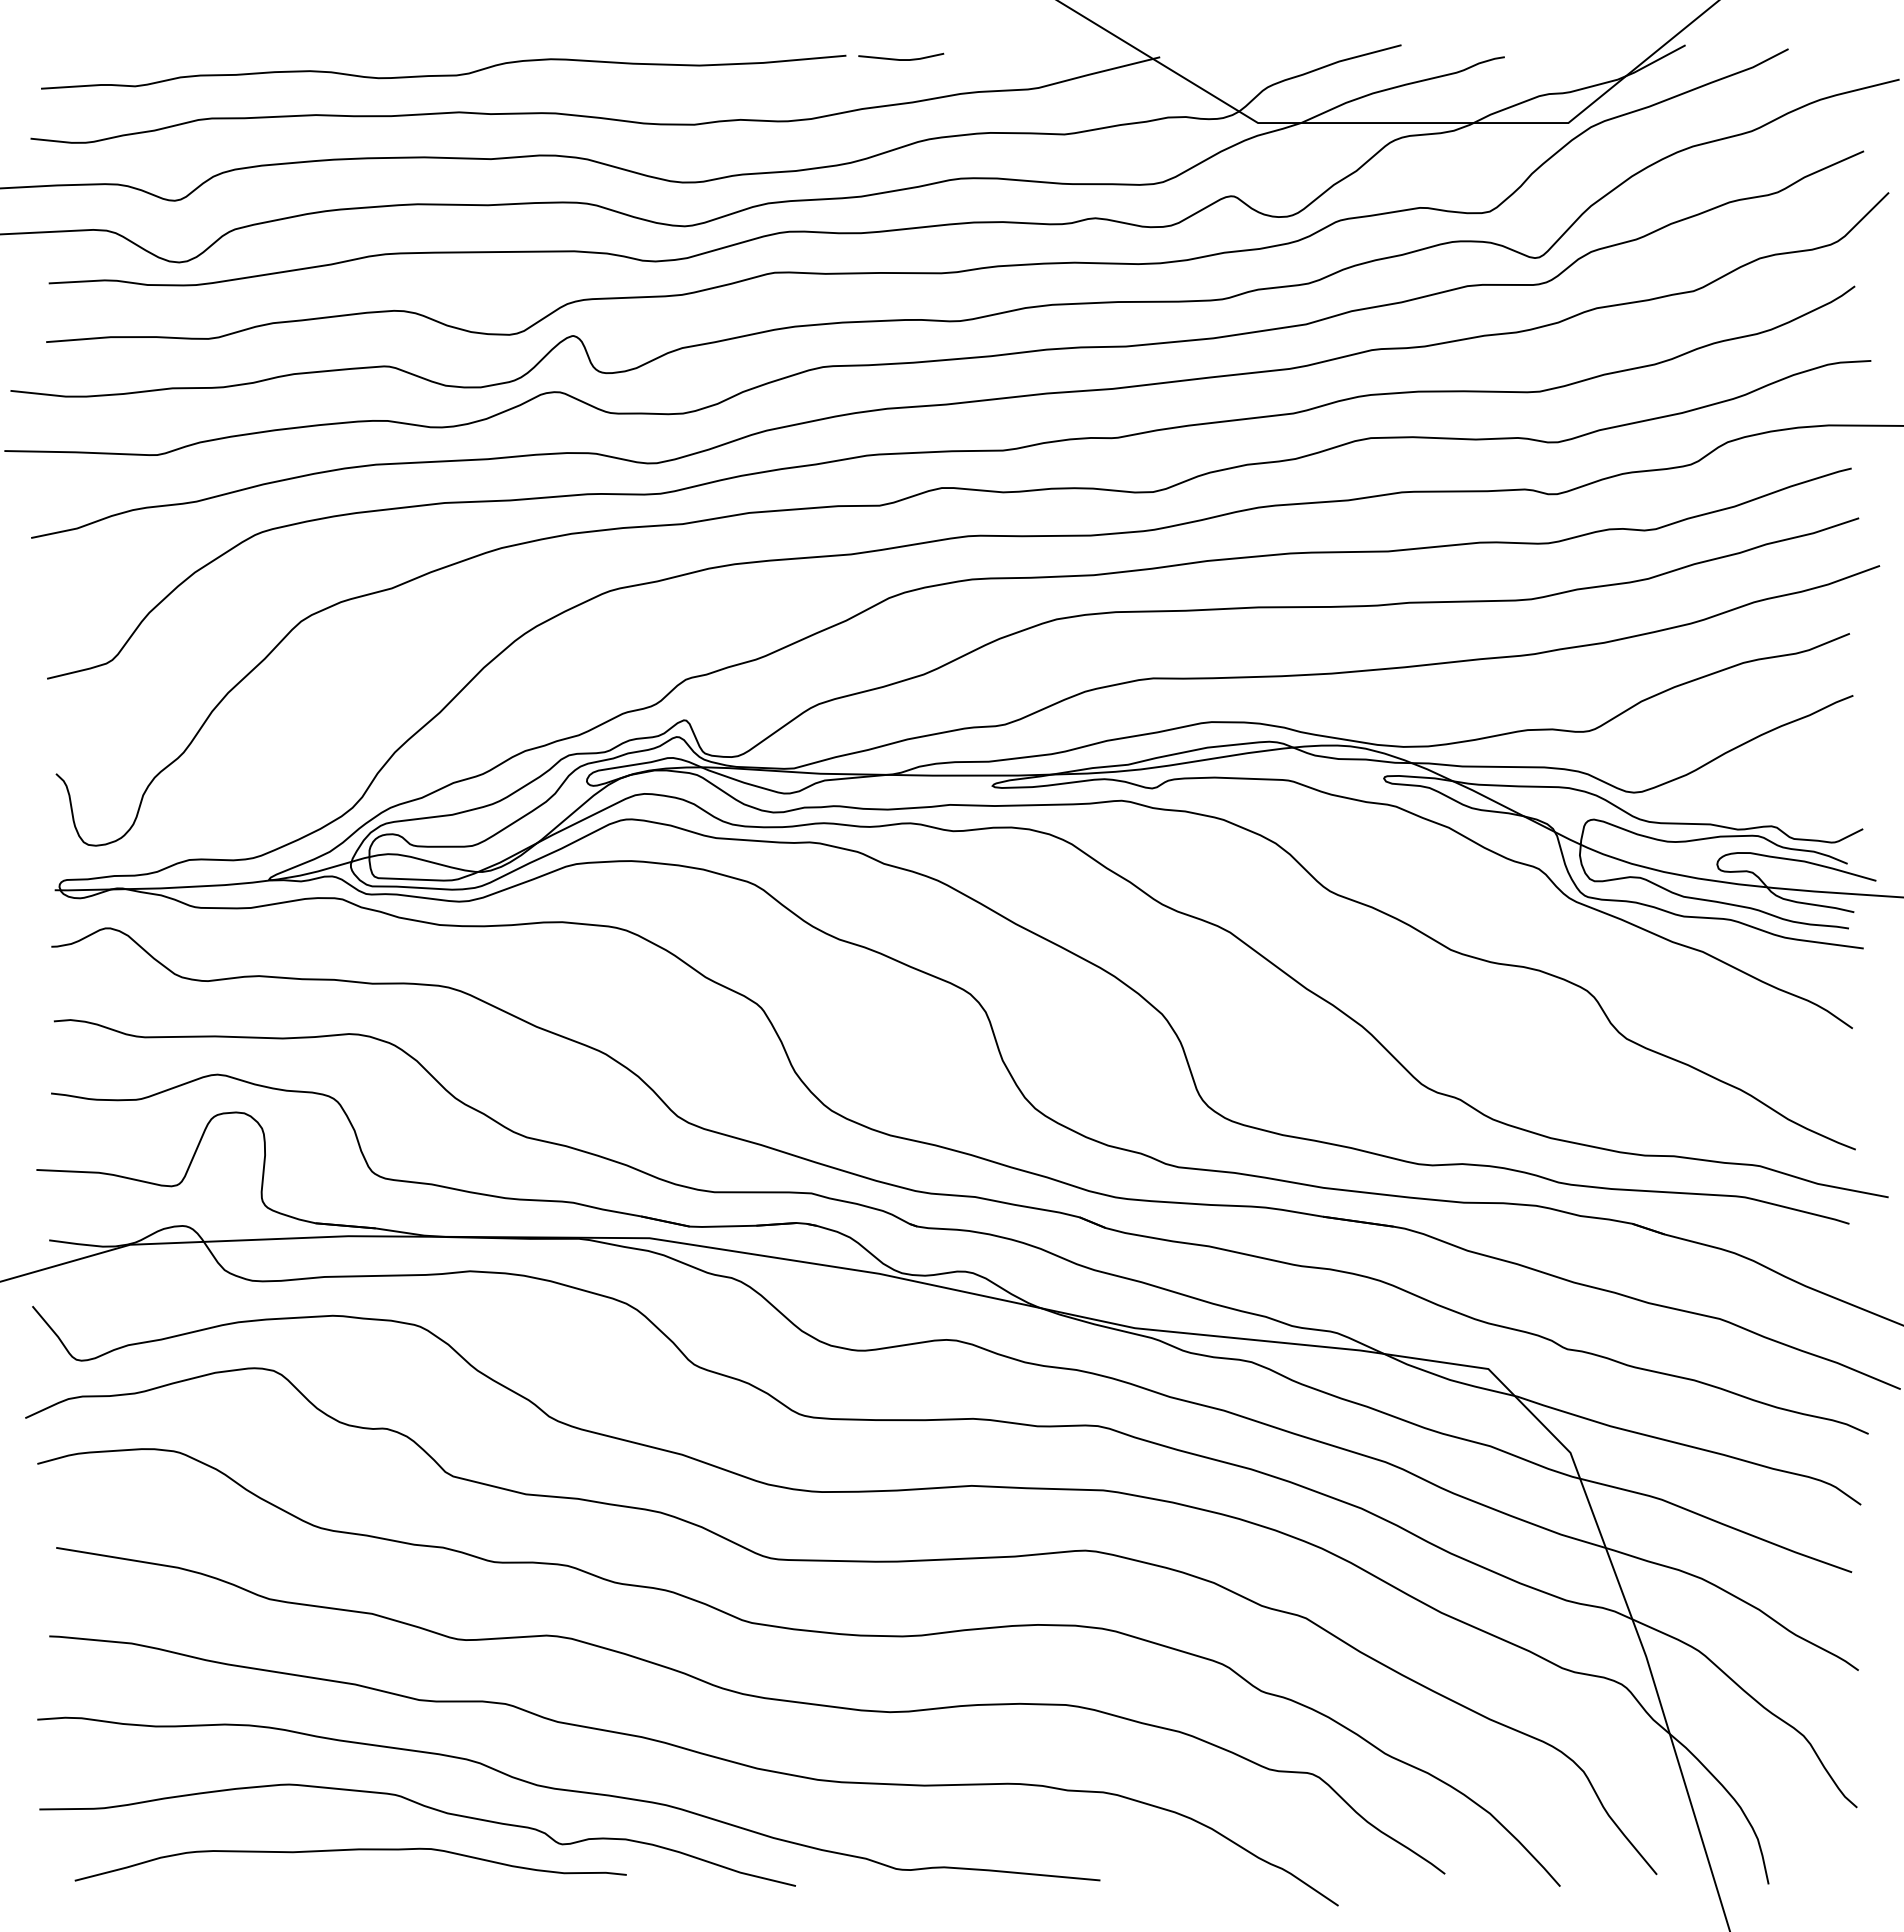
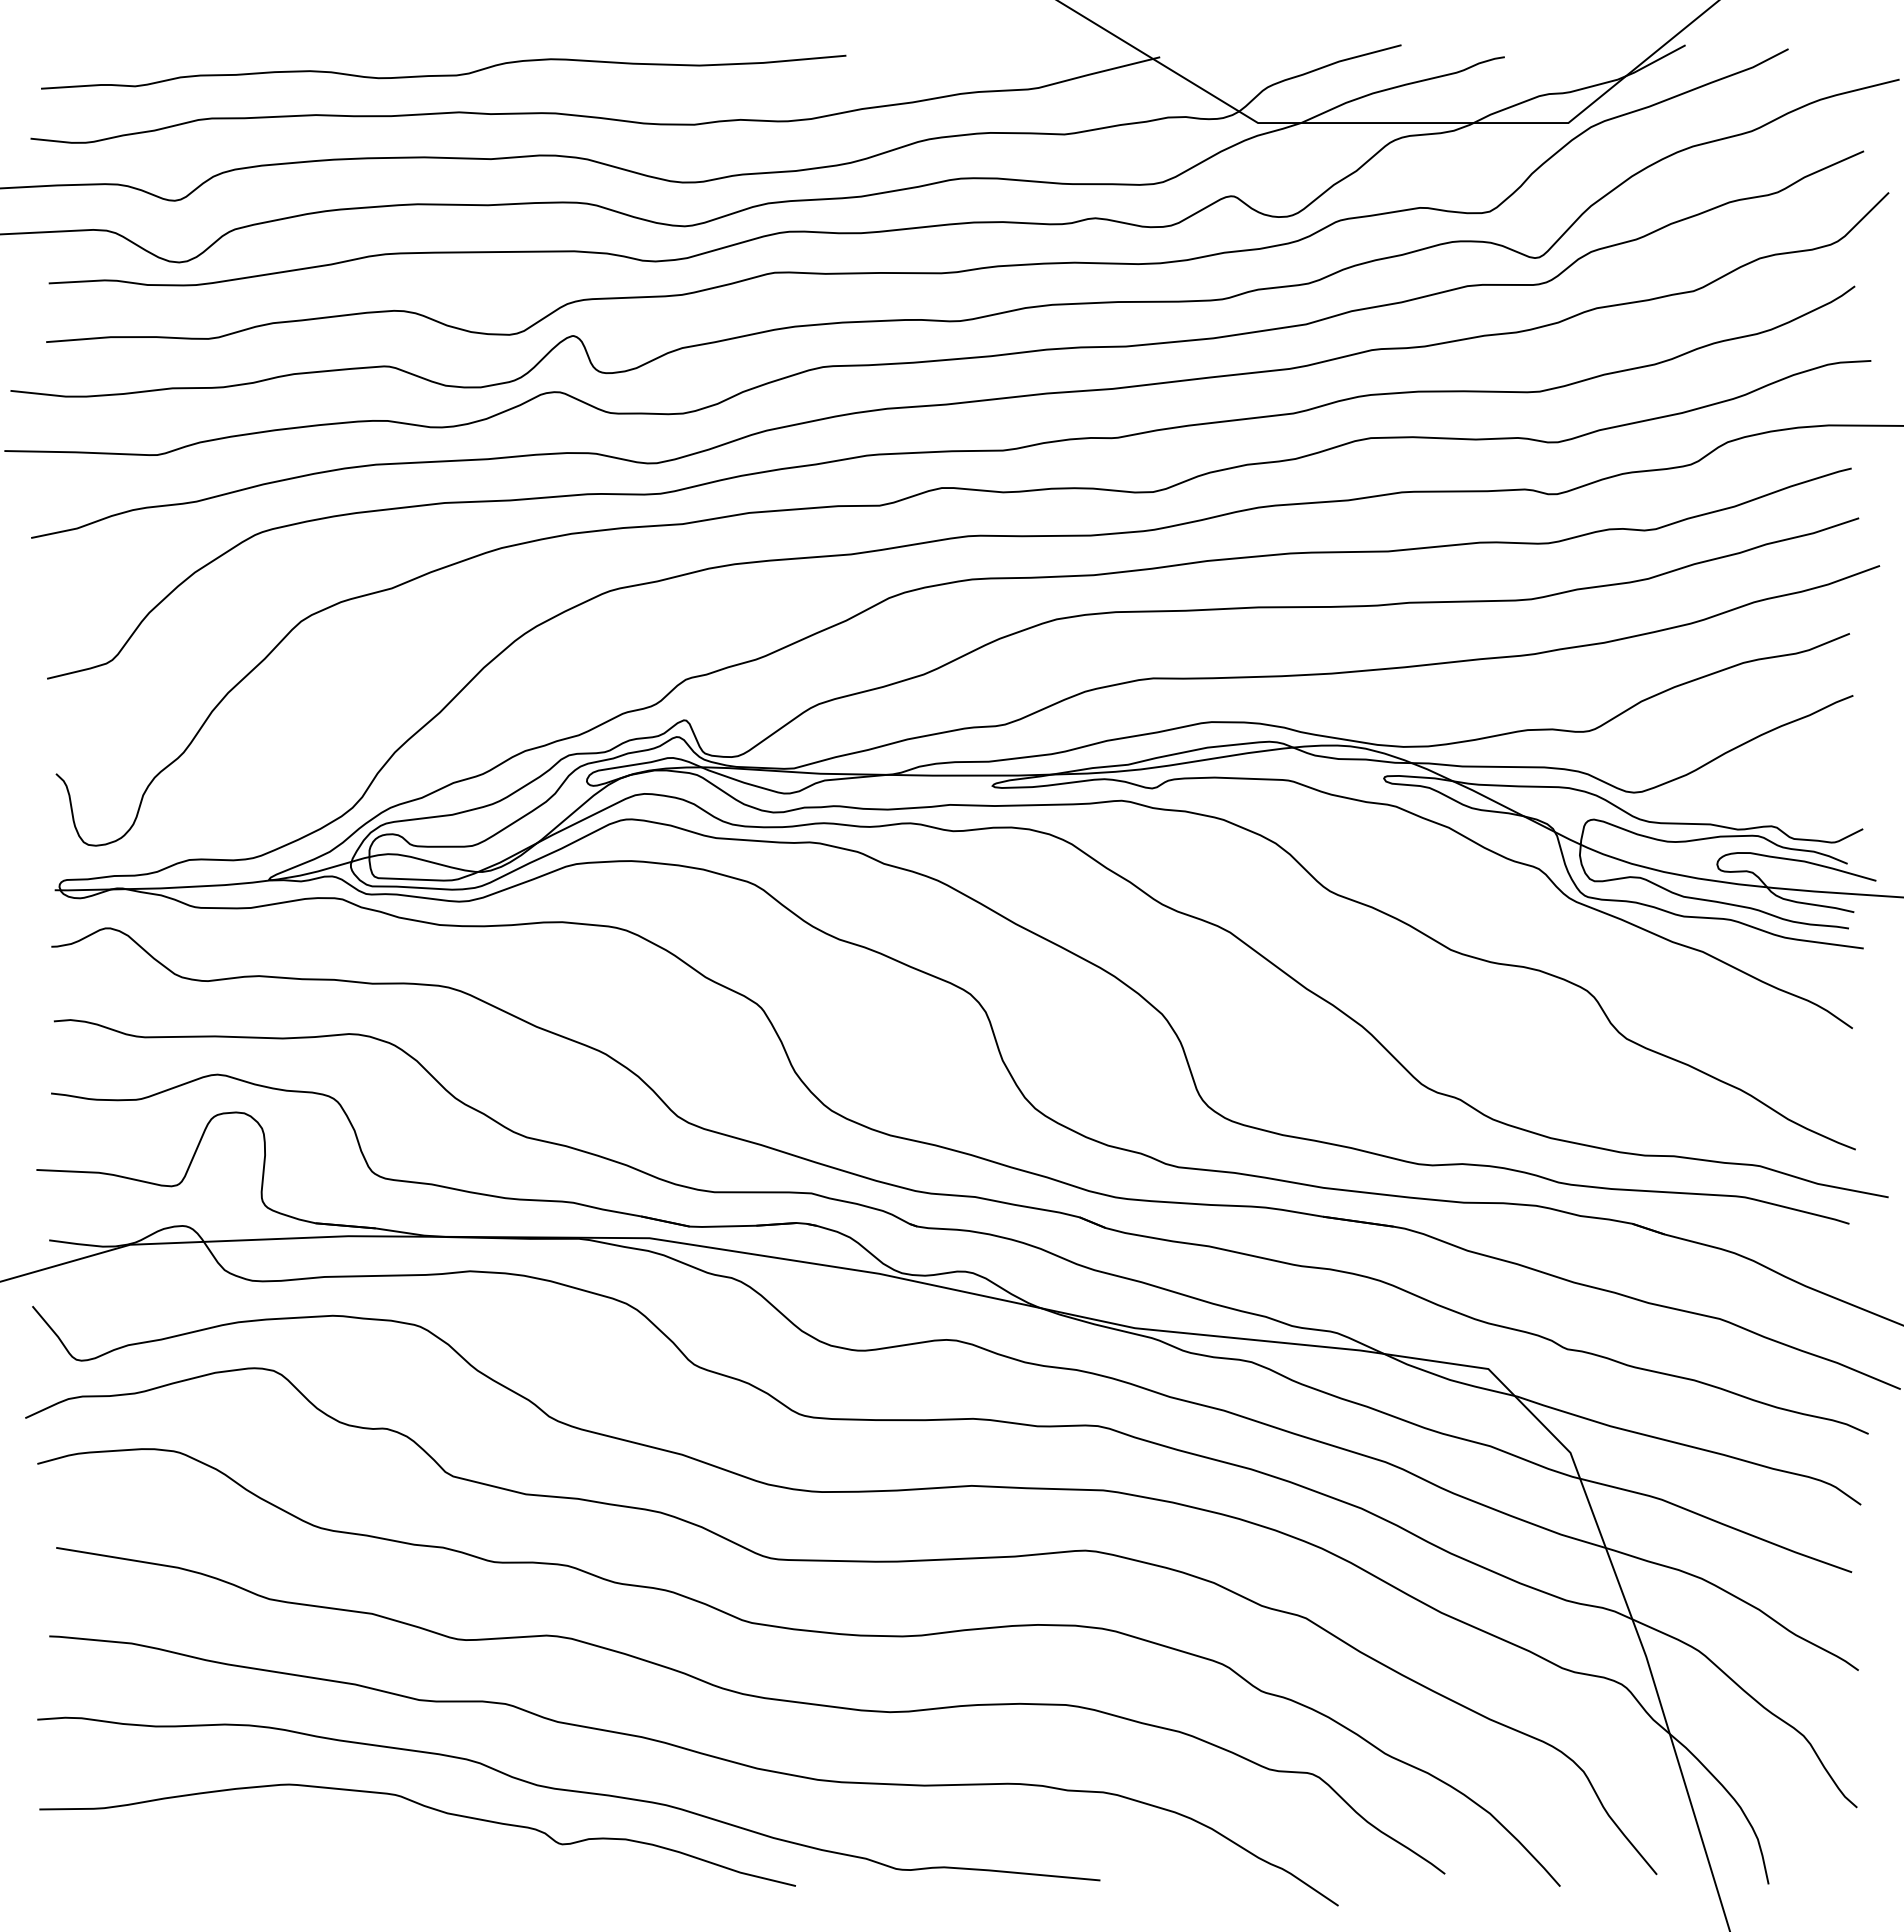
line at (901, 59): present -> none
curve at (350, 1850): present -> none
